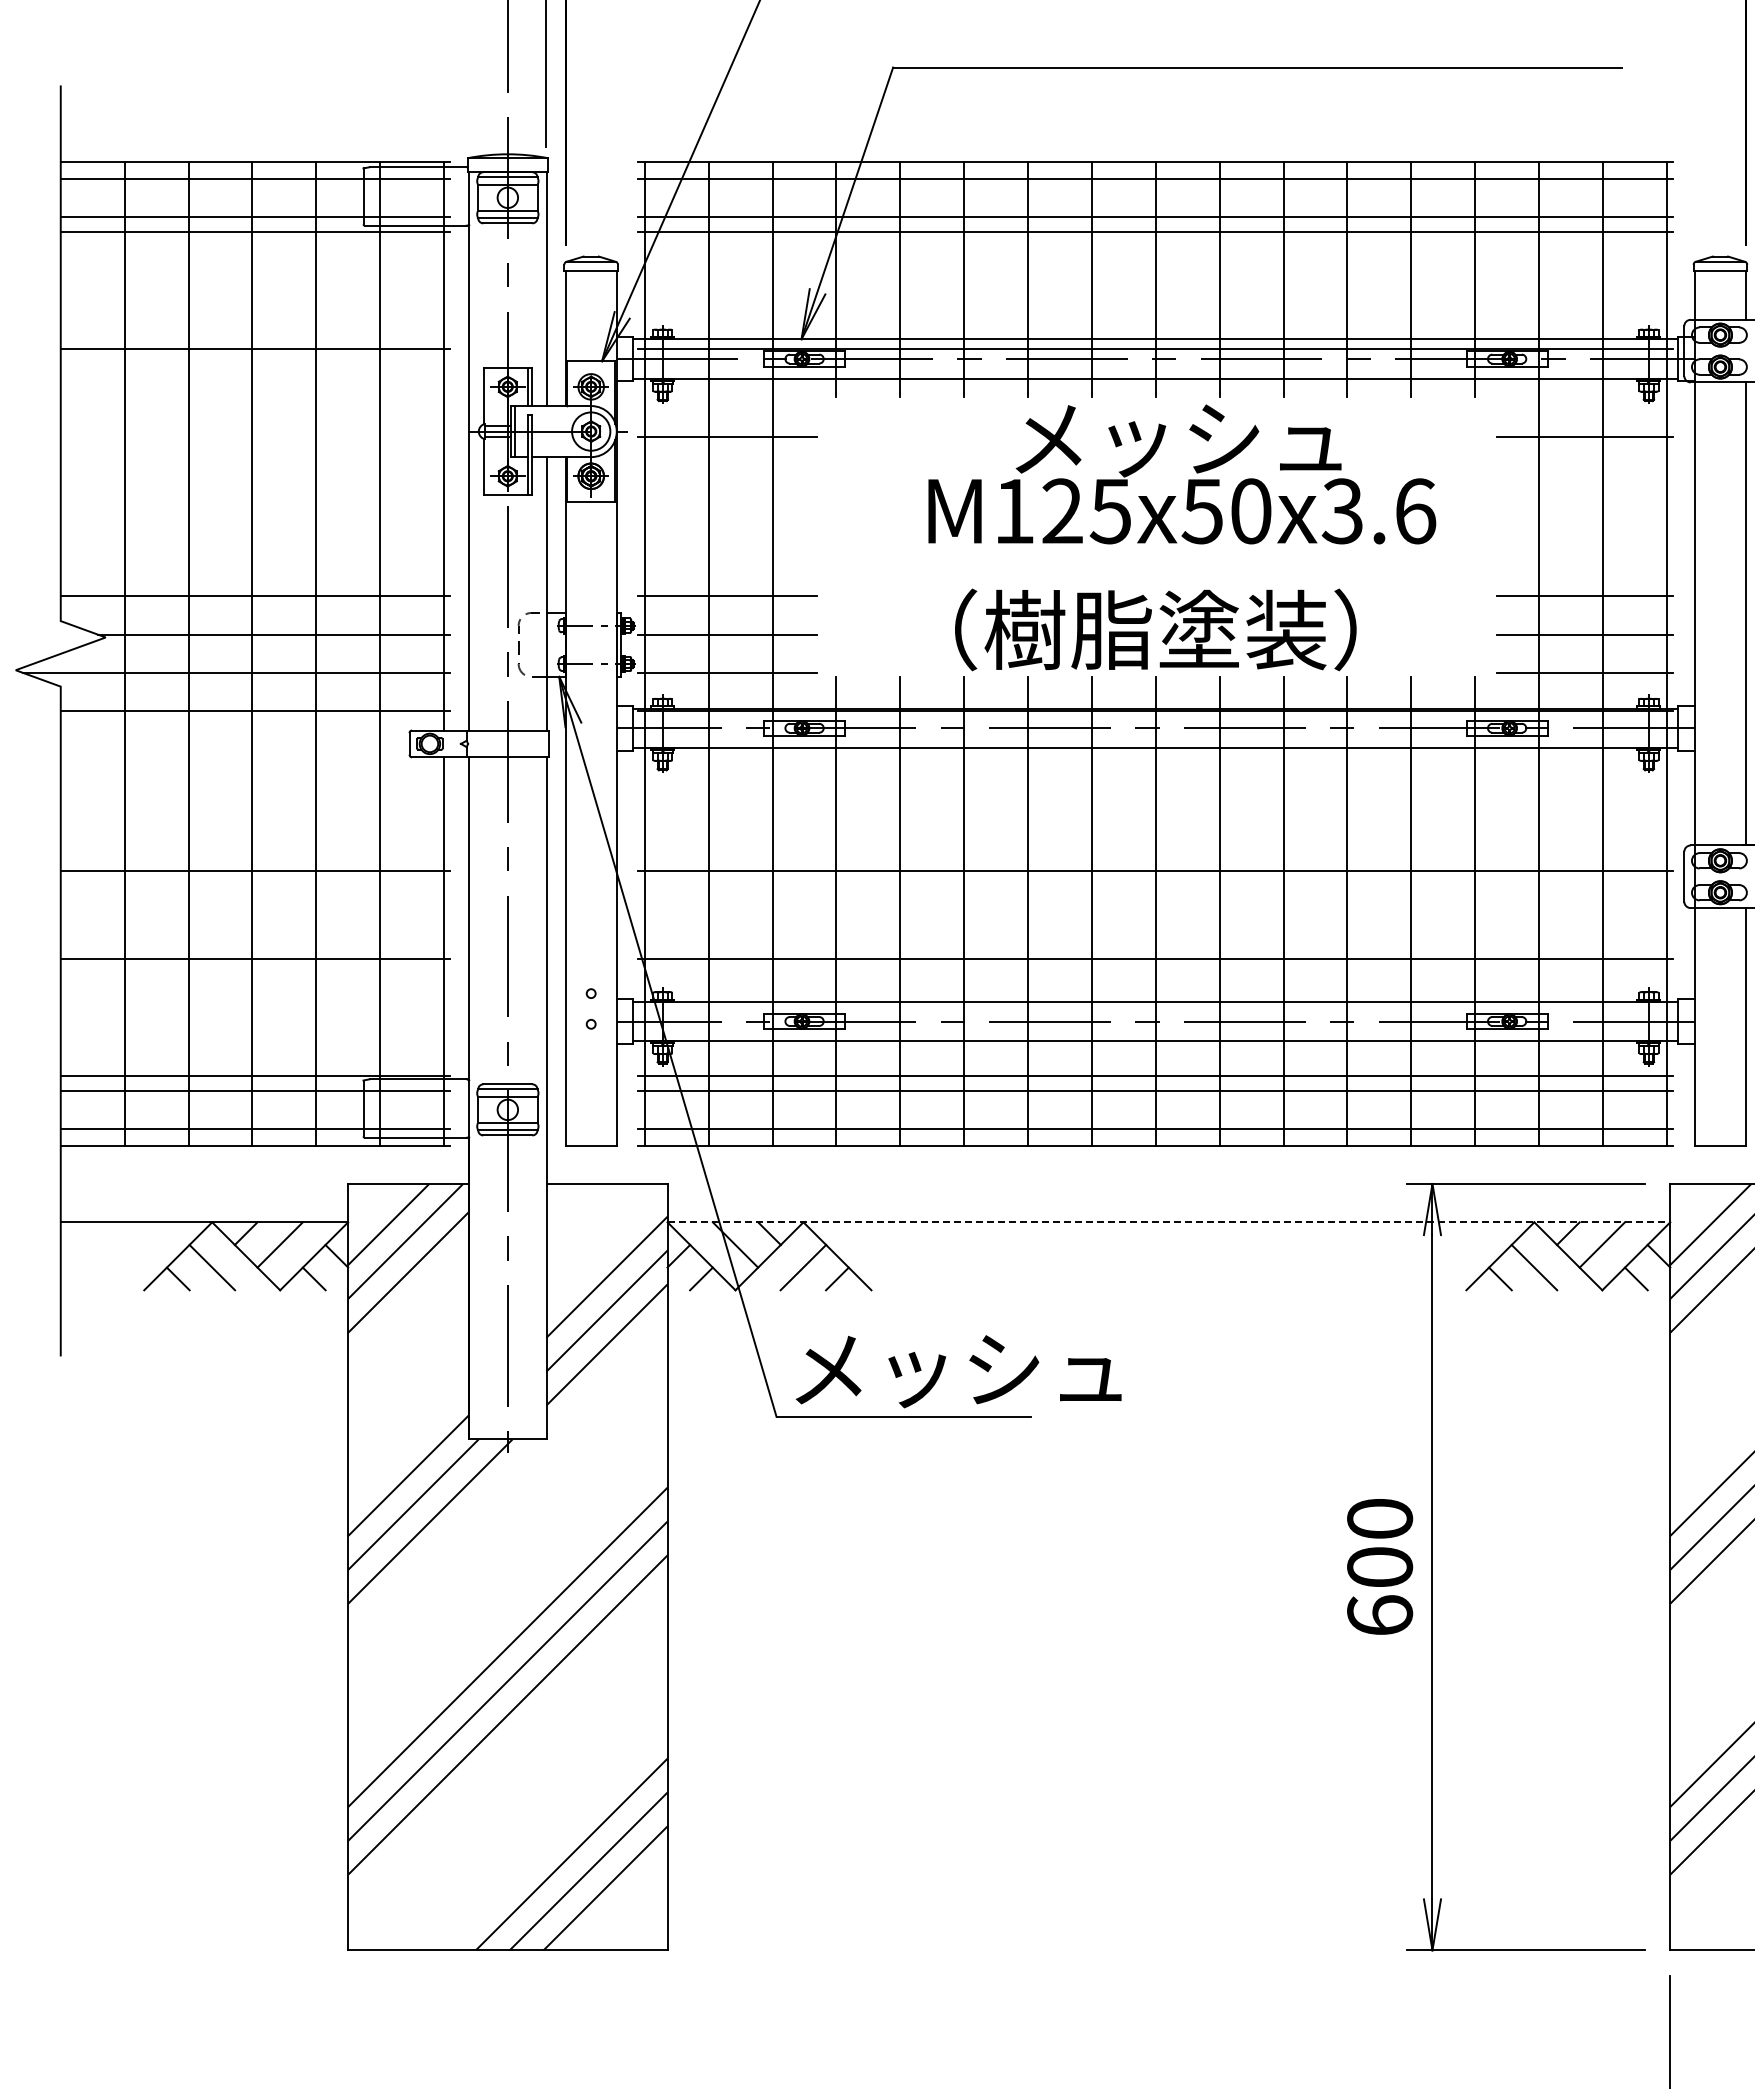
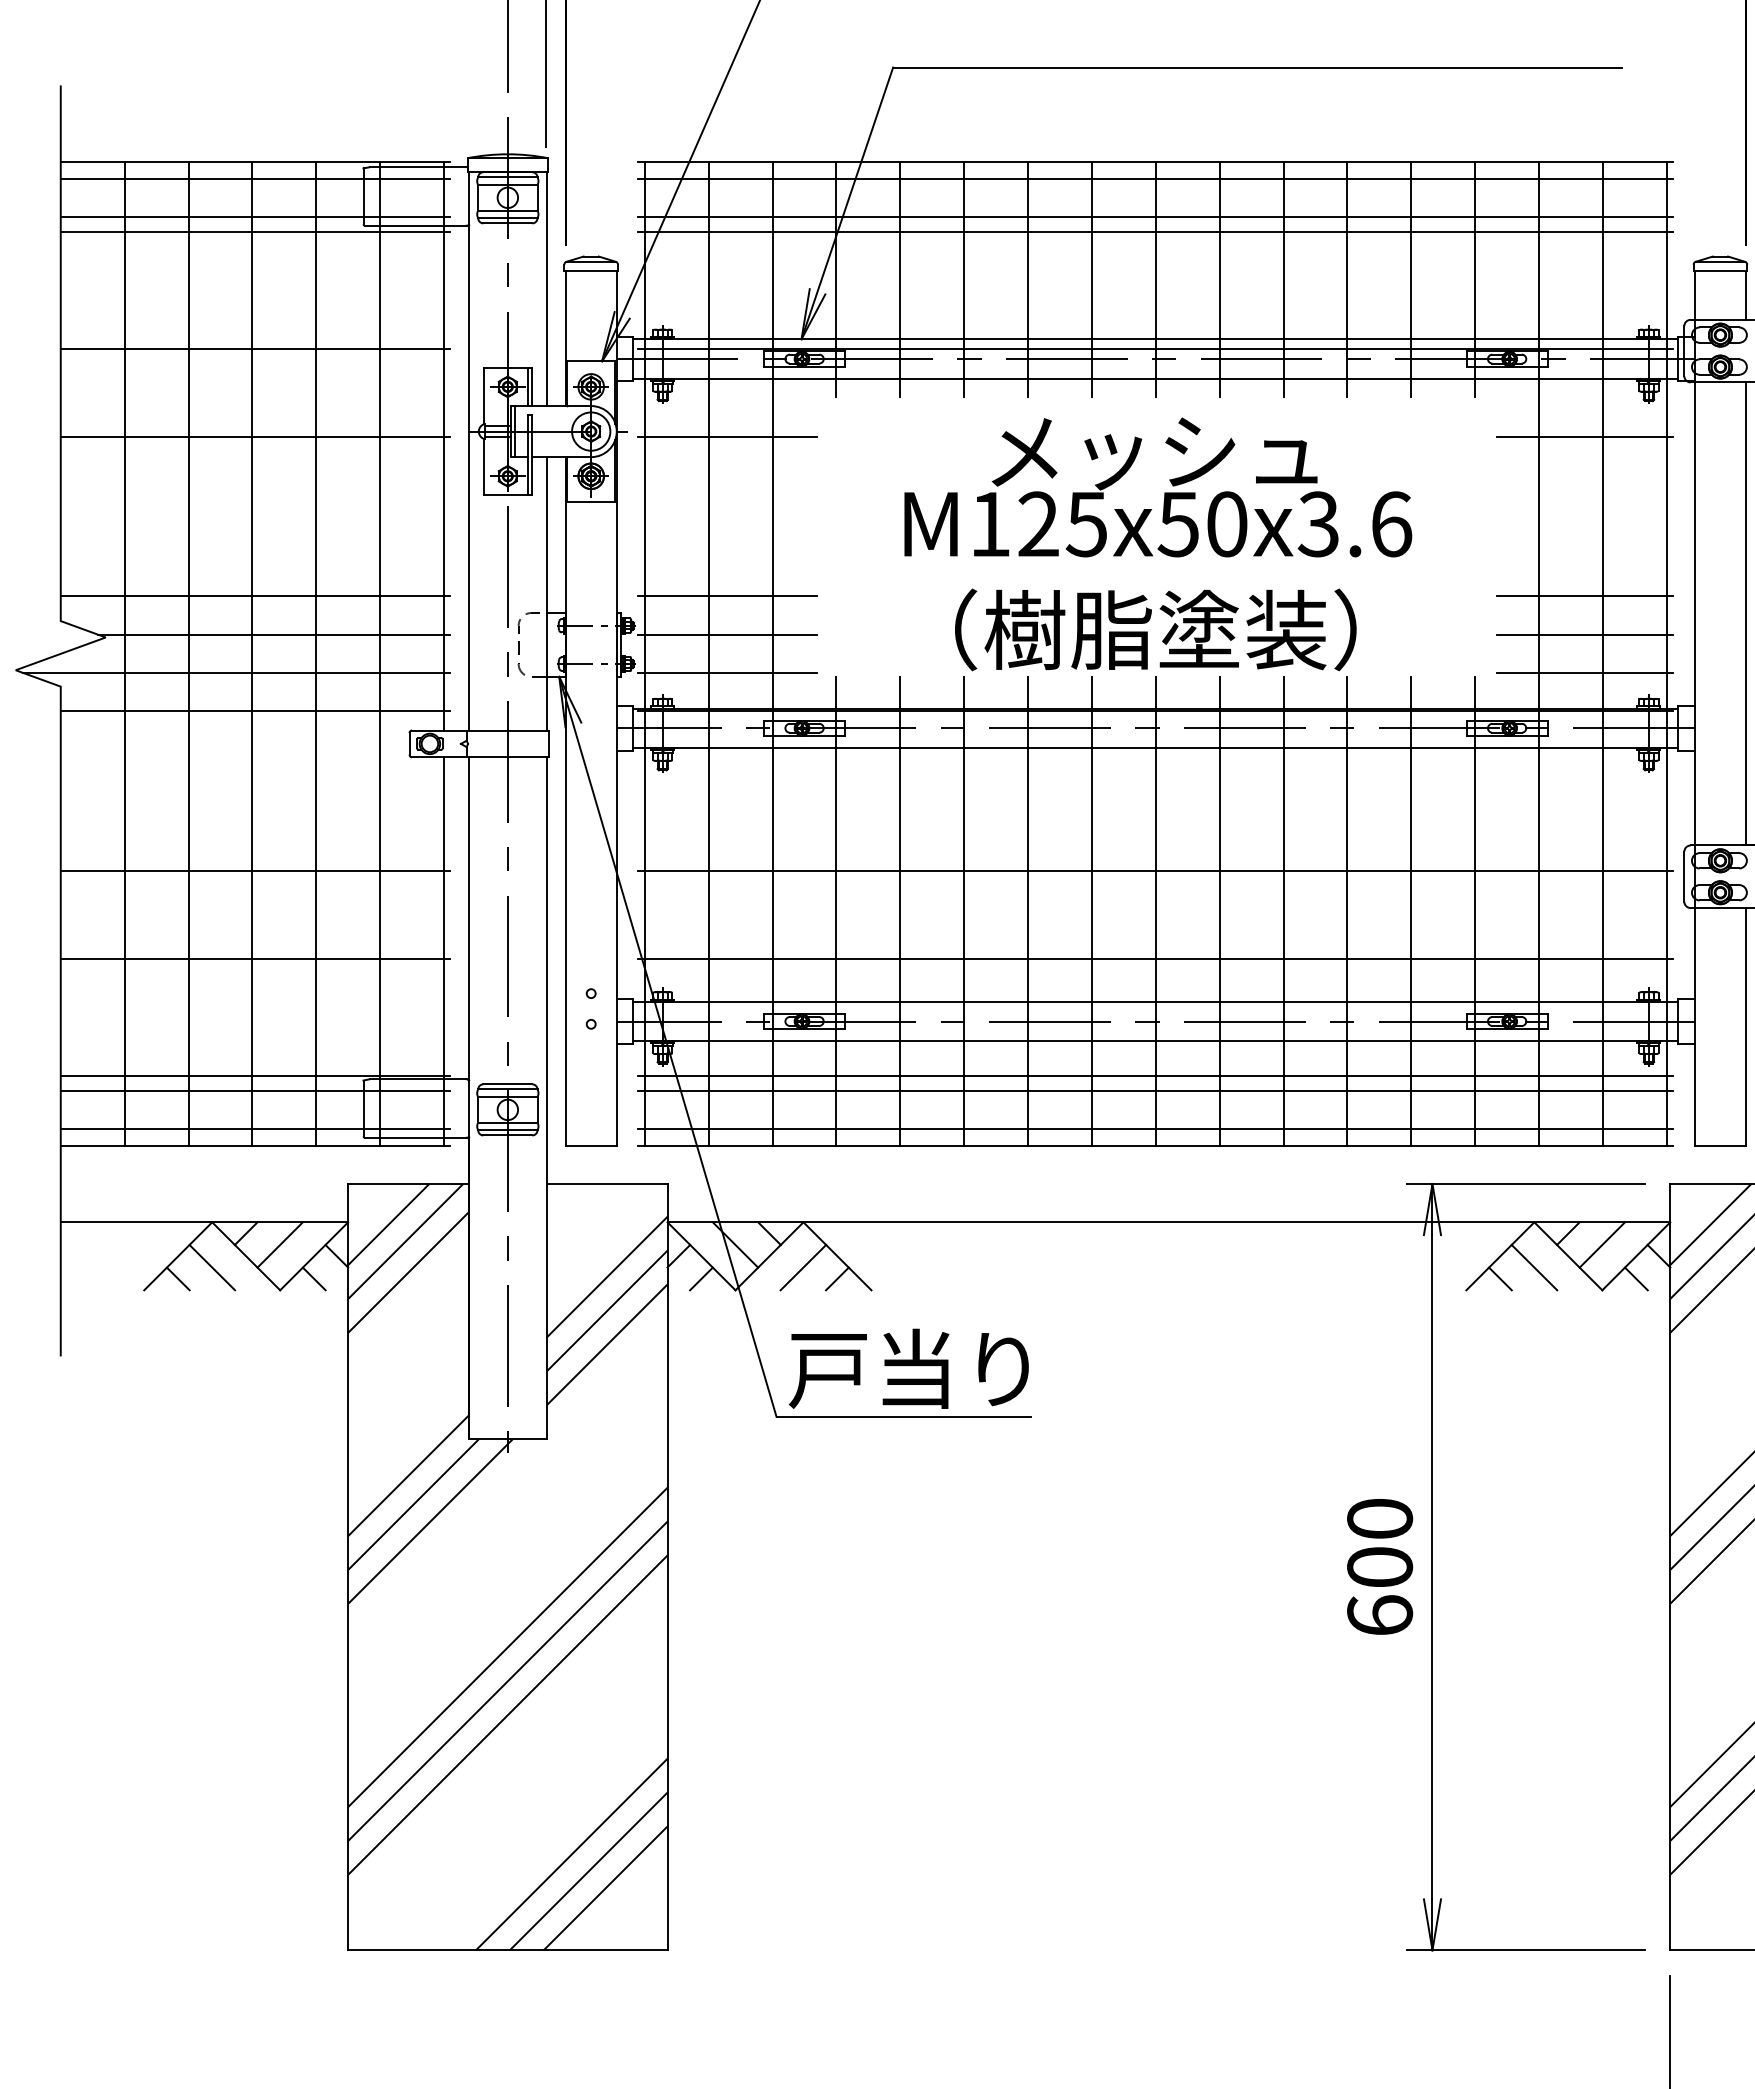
line at (255, 436): none -> present
text at (1182, 474) position: (1182, 474) -> (1158, 487)
line at (1169, 1222): dashed -> solid
text at (954, 1368): メッシュ -> 戸当り
